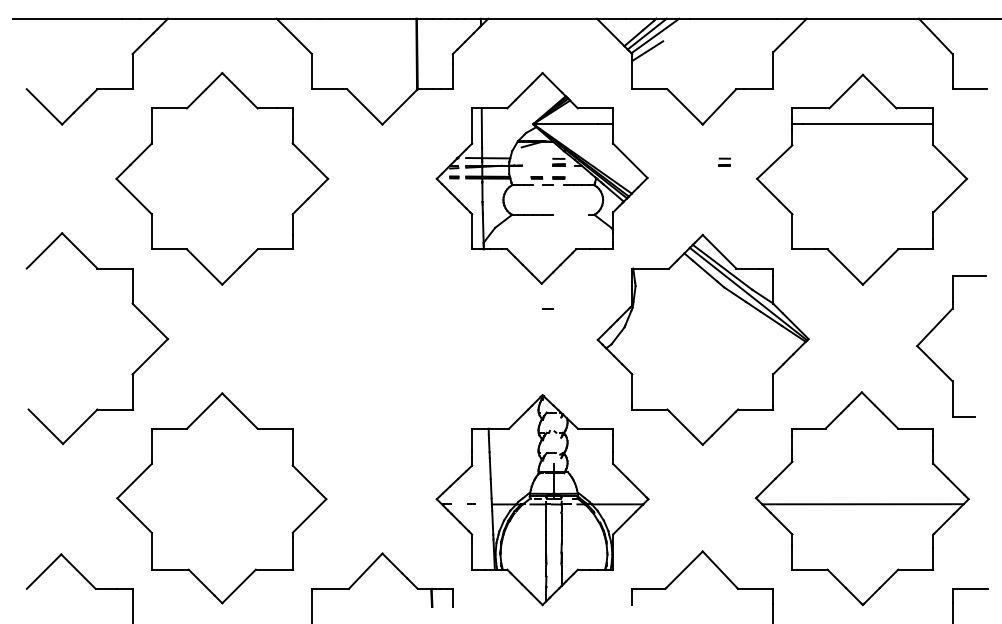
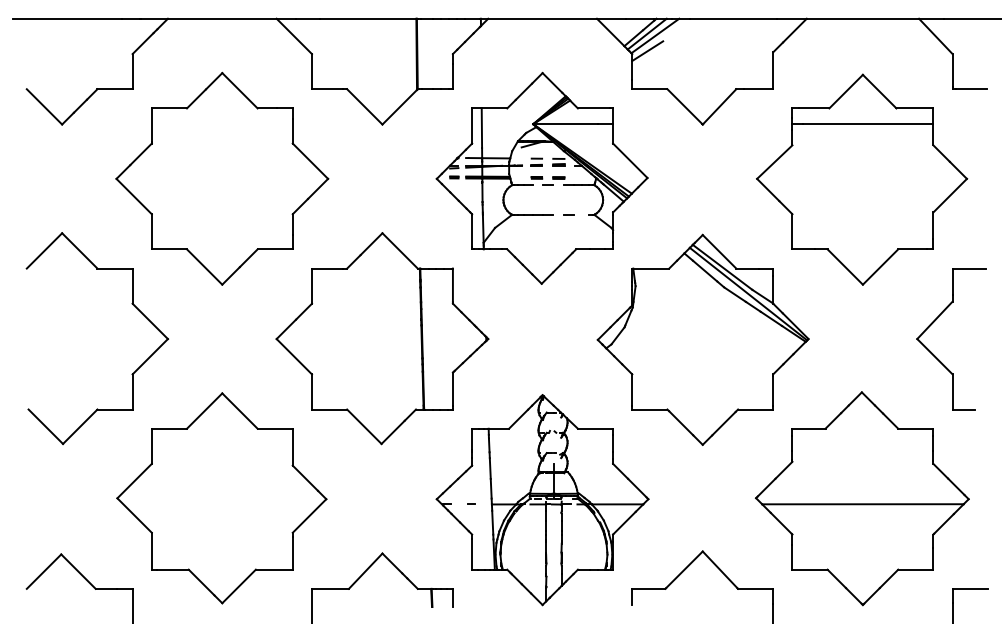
part at (724, 161) position: (724, 161) -> (536, 161)
line at (547, 308) position: (547, 308) -> (568, 214)
part at (382, 338): none -> present
part at (935, 362) position: (935, 362) -> (935, 355)
